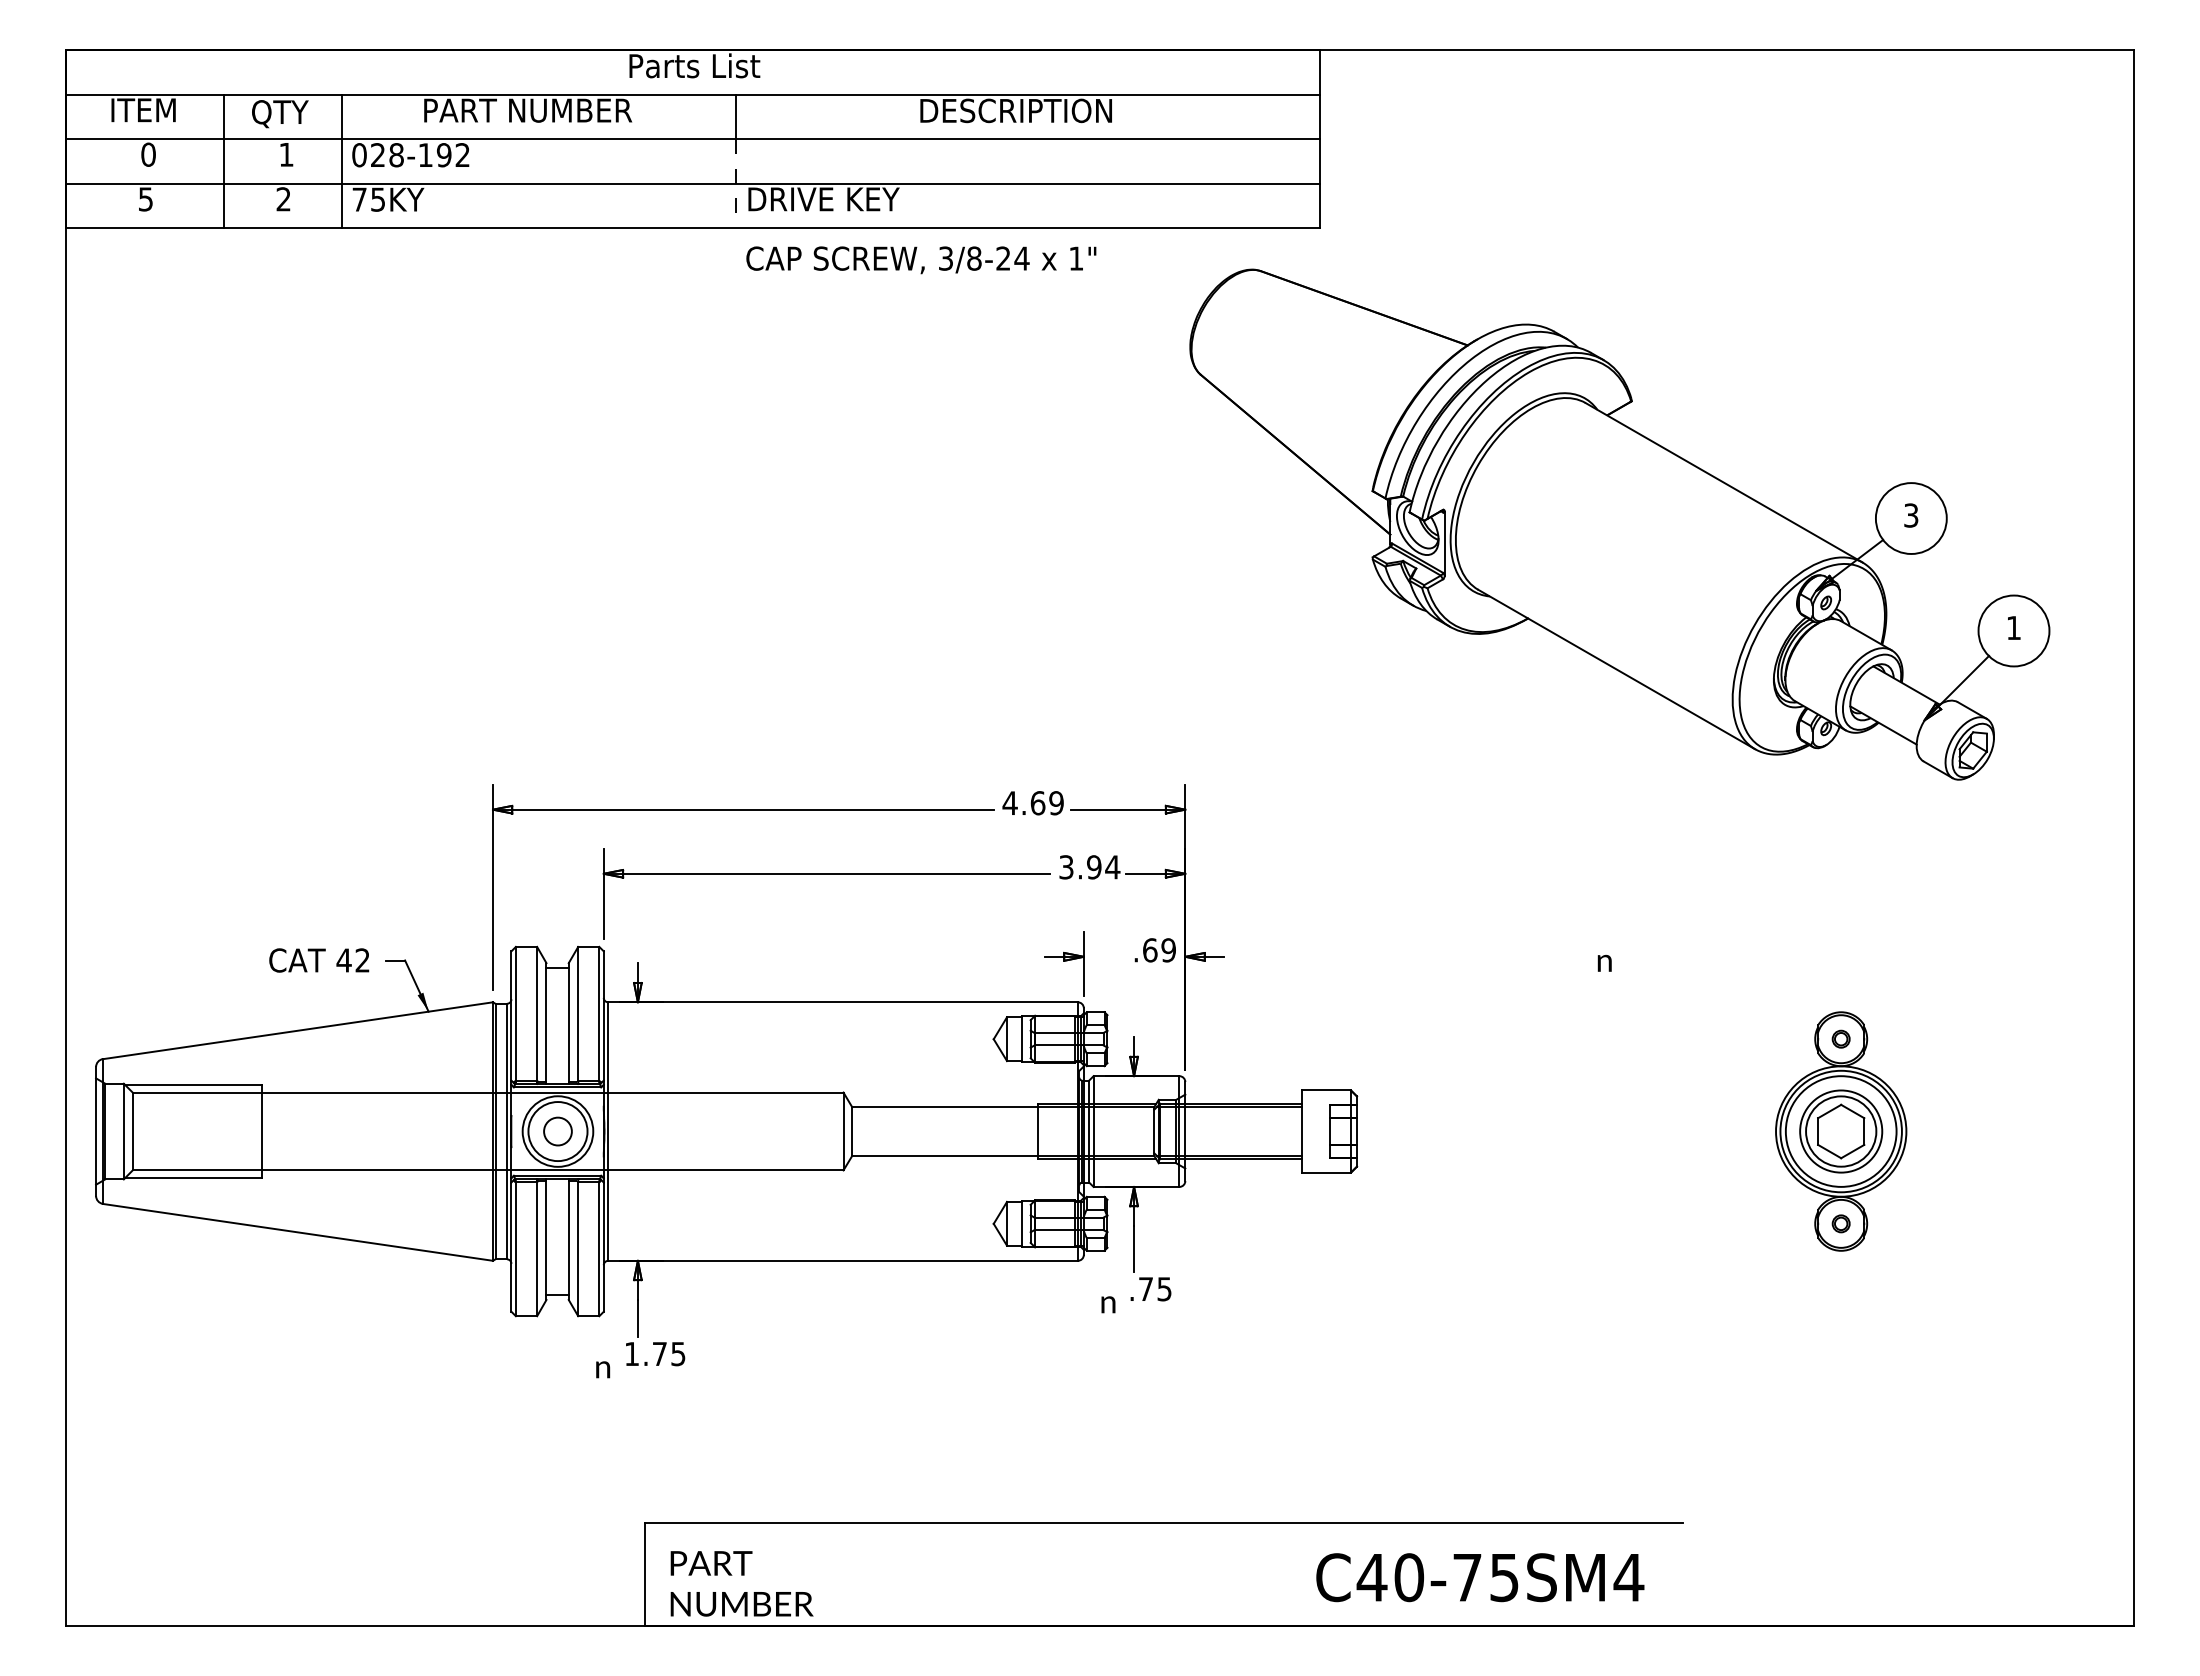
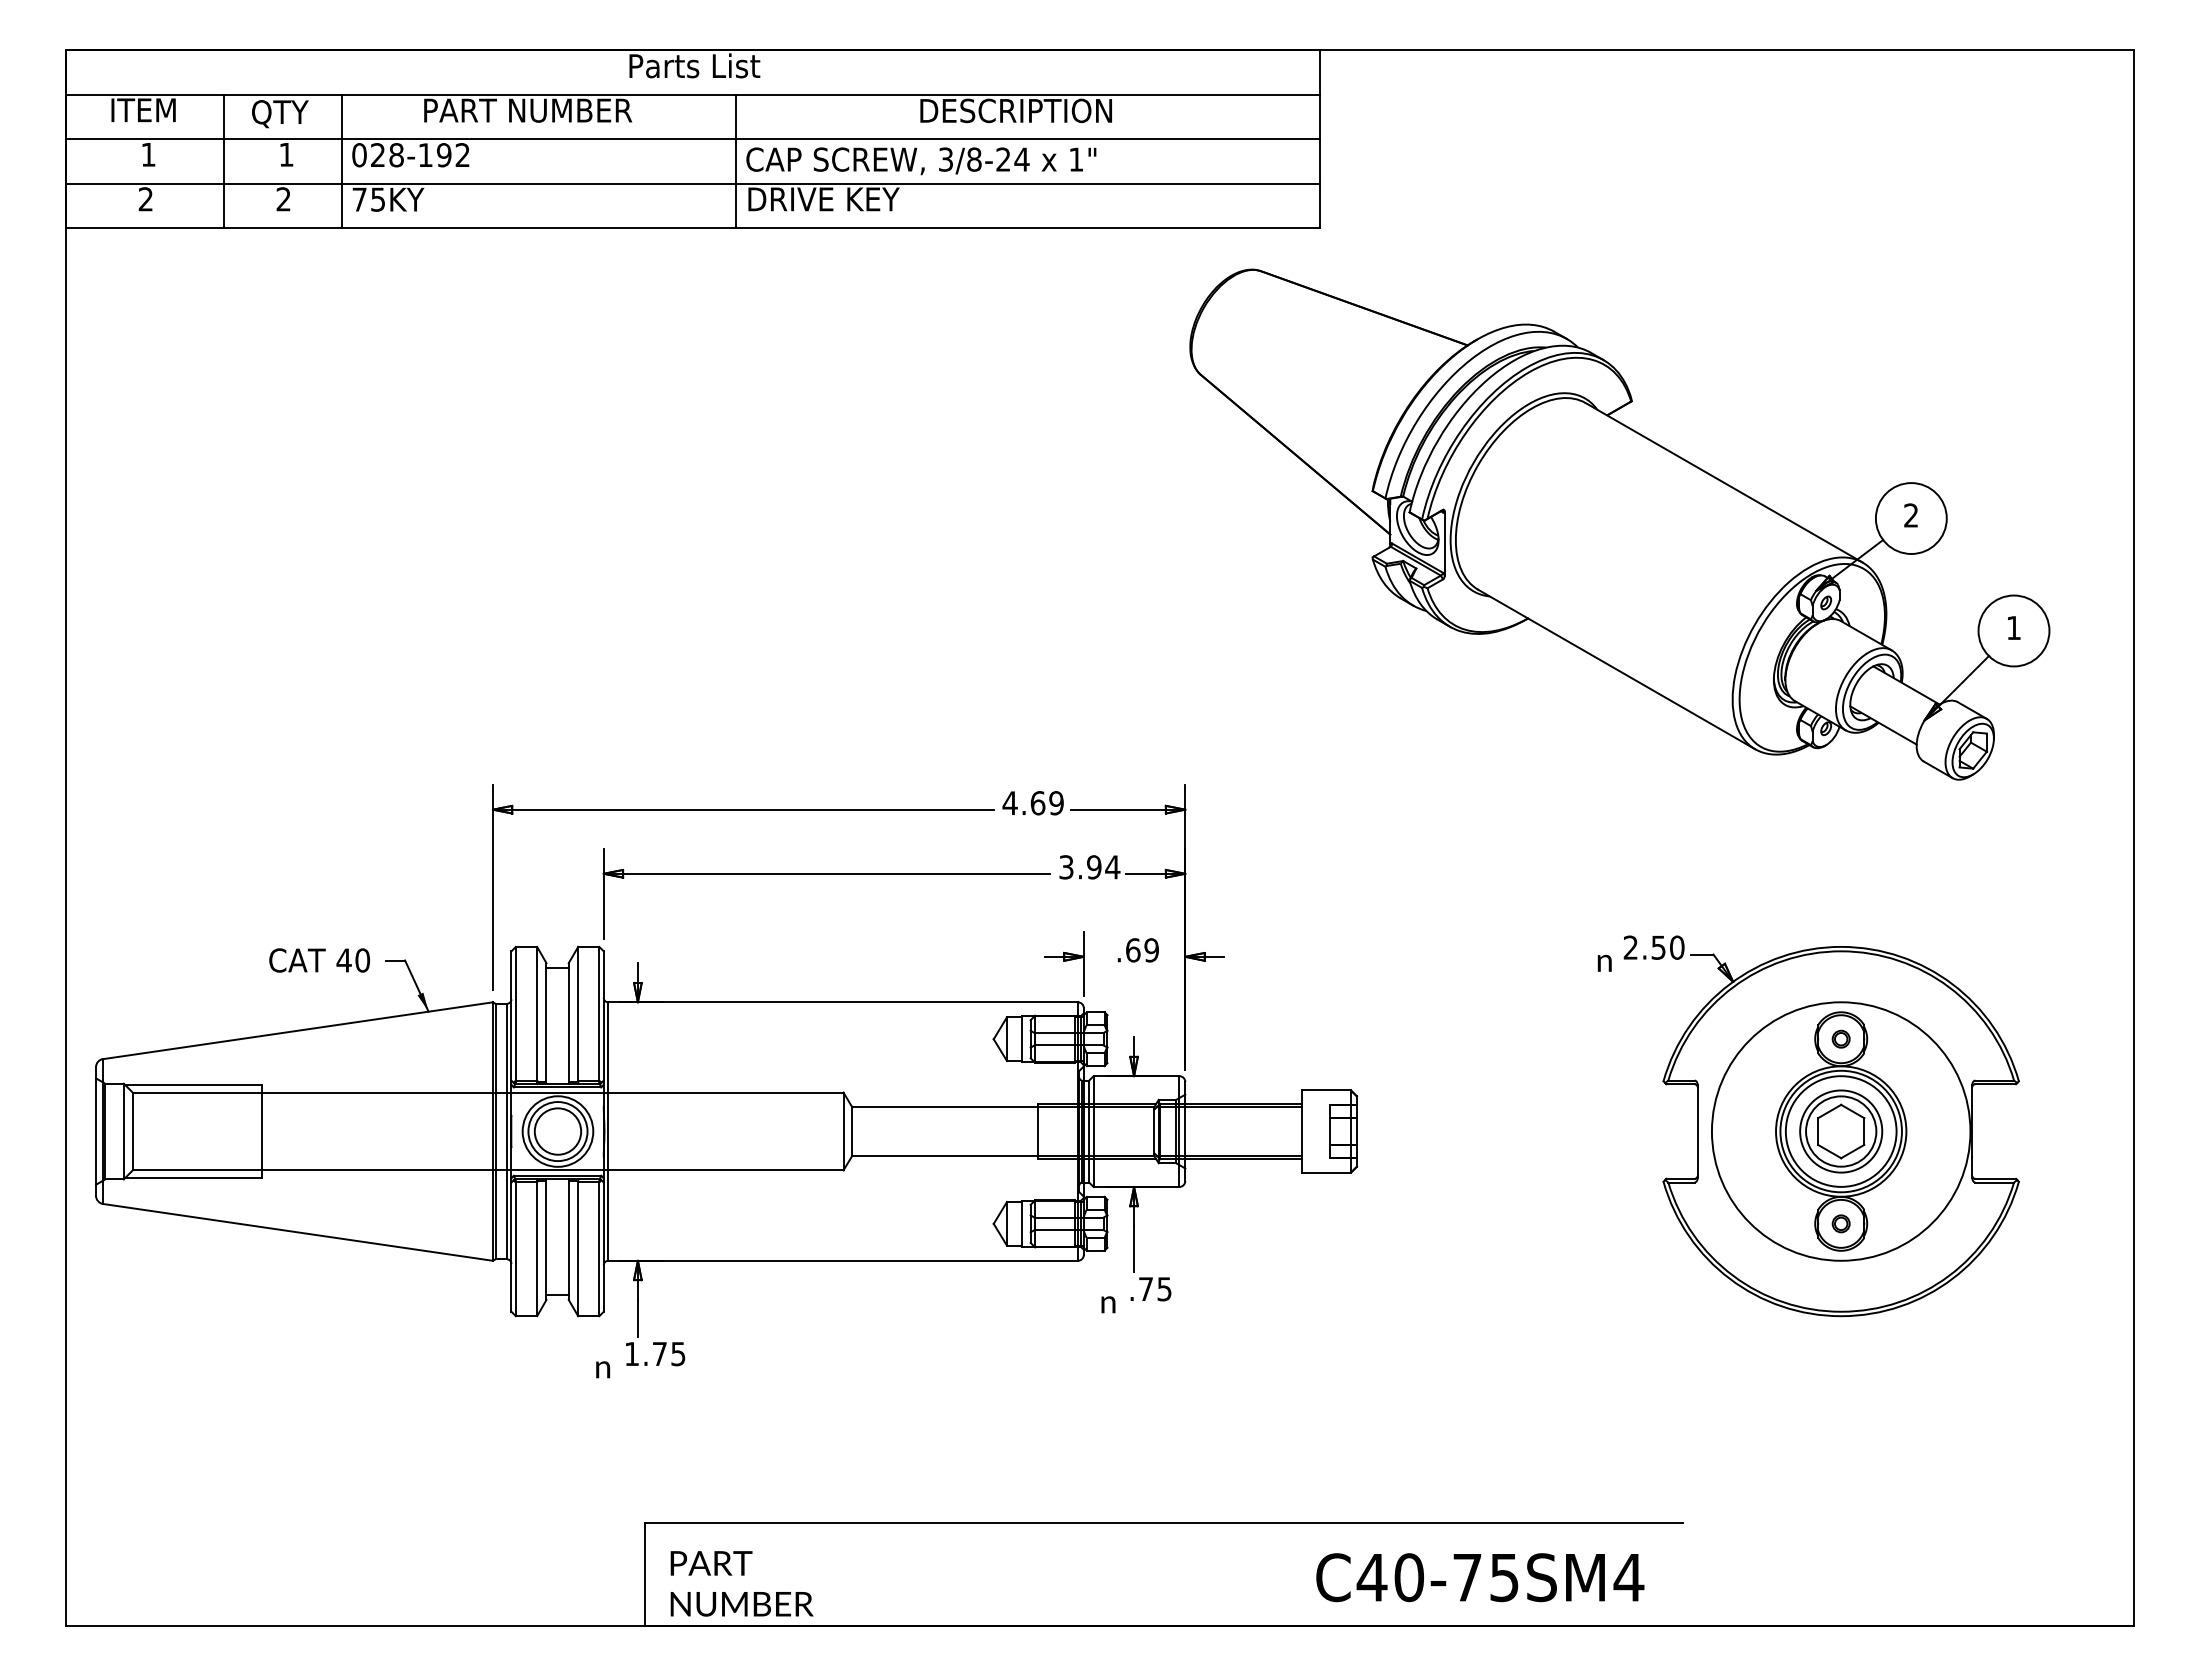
text at (148, 154): 0 -> 1
line at (735, 183): dashed -> solid
text at (145, 199): 5 -> 2
text at (921, 260) position: (921, 260) -> (921, 161)
text at (1911, 515): 3 -> 2
text at (1154, 950) position: (1154, 950) -> (1137, 950)
text at (362, 960): 42 -> 40
part at (1821, 1126): none -> present
circle at (557, 1131) diameter: 28 px -> 46 px
